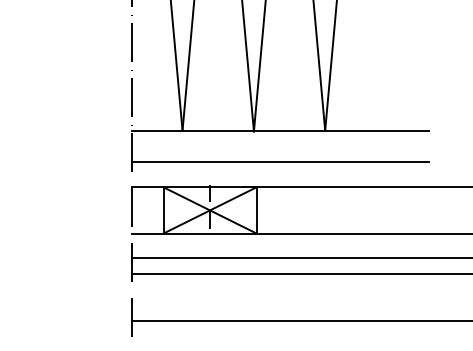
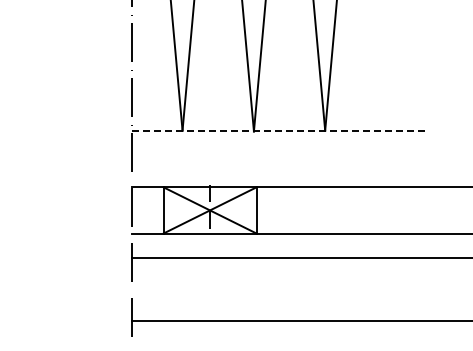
line at (280, 131): solid -> dashed
line at (279, 162): present -> none
line at (300, 274): present -> none
